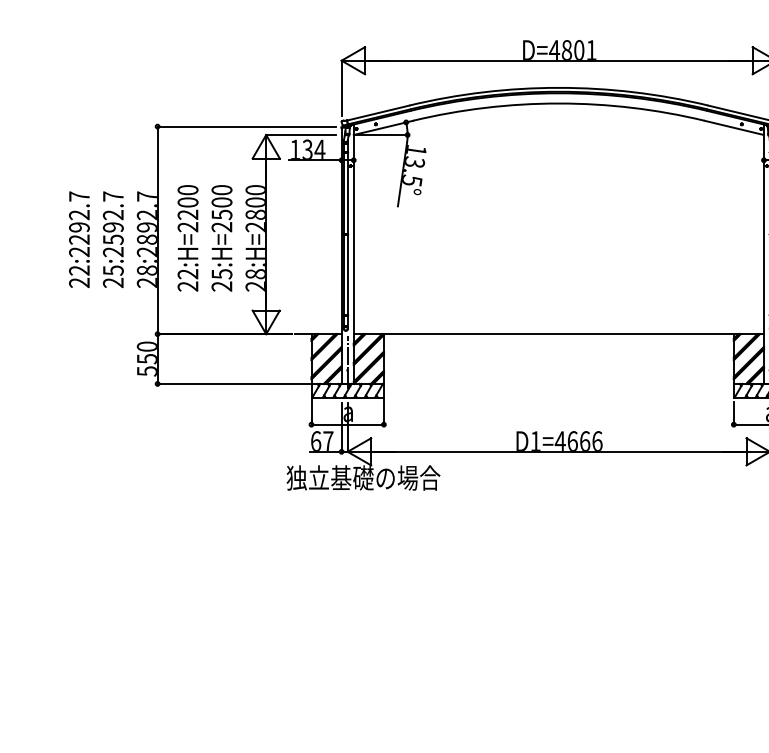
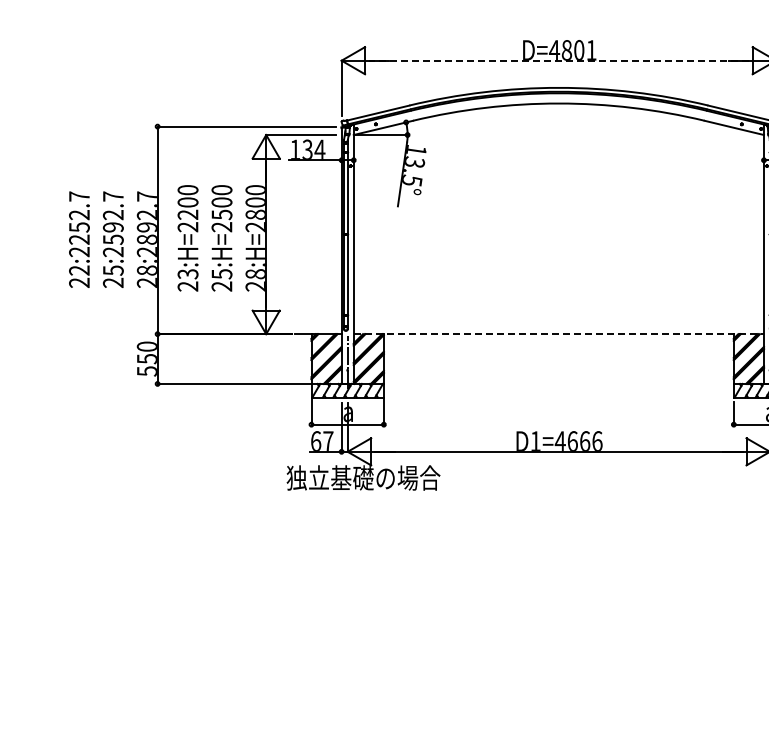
line at (558, 60): solid -> dashed
text at (79, 227): 22:2292.7 -> 22:2252.7
text at (188, 274): 22:H=2200 -> 23:H=2200
line at (559, 334): solid -> dashed
